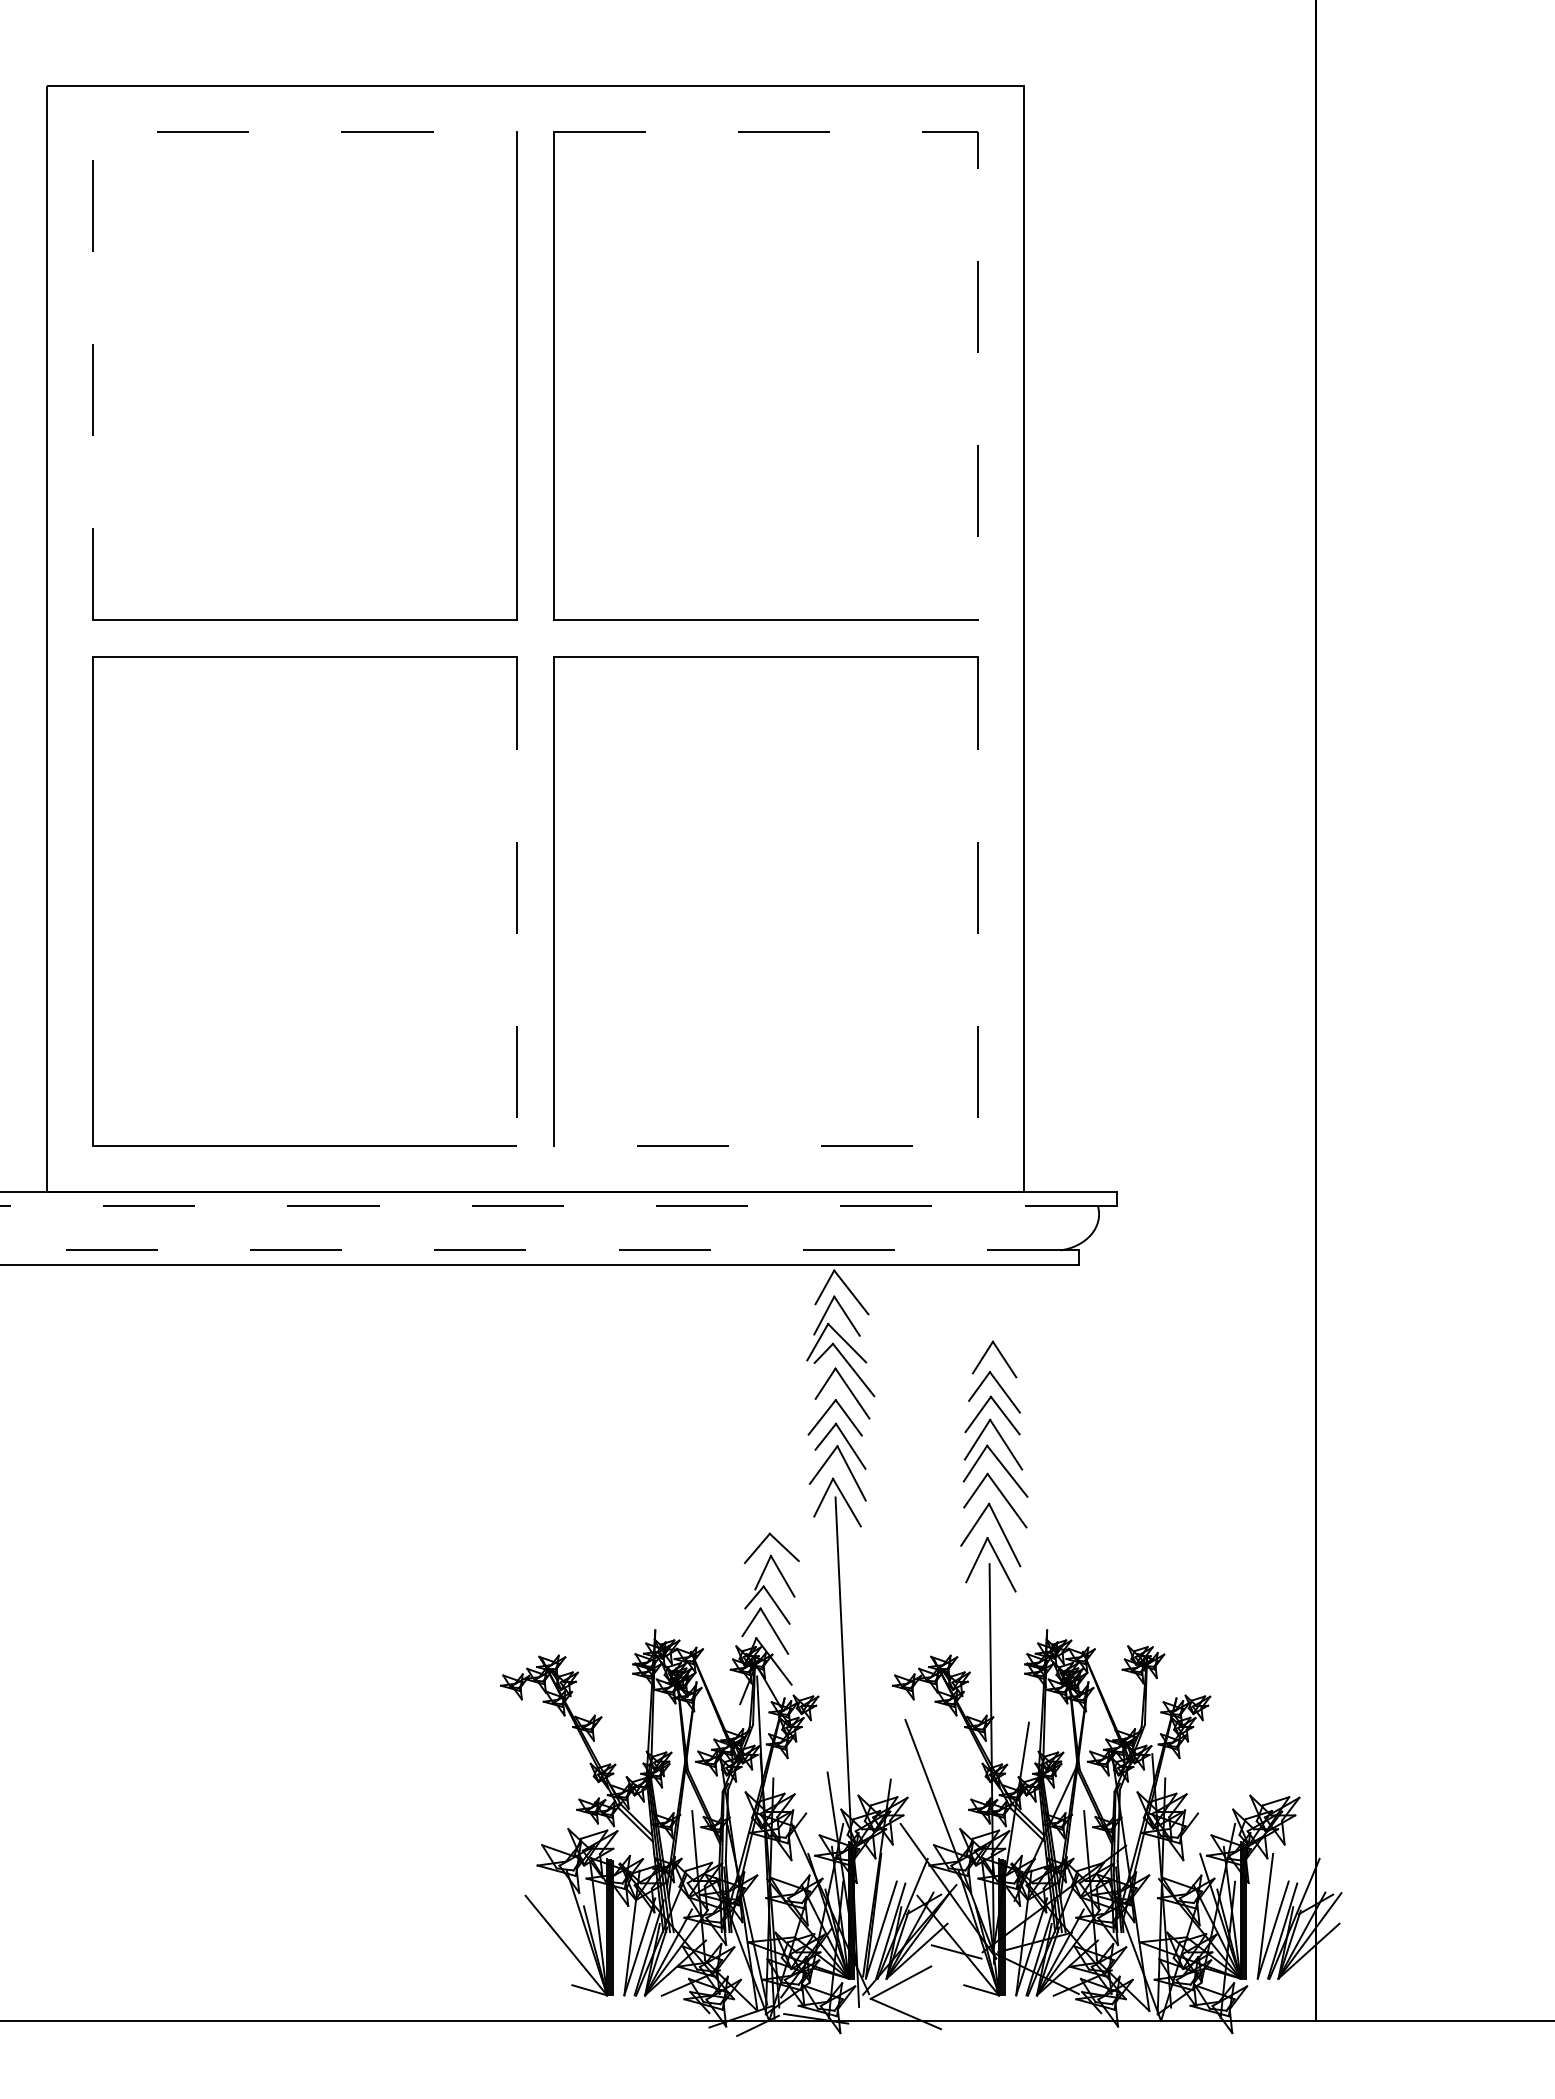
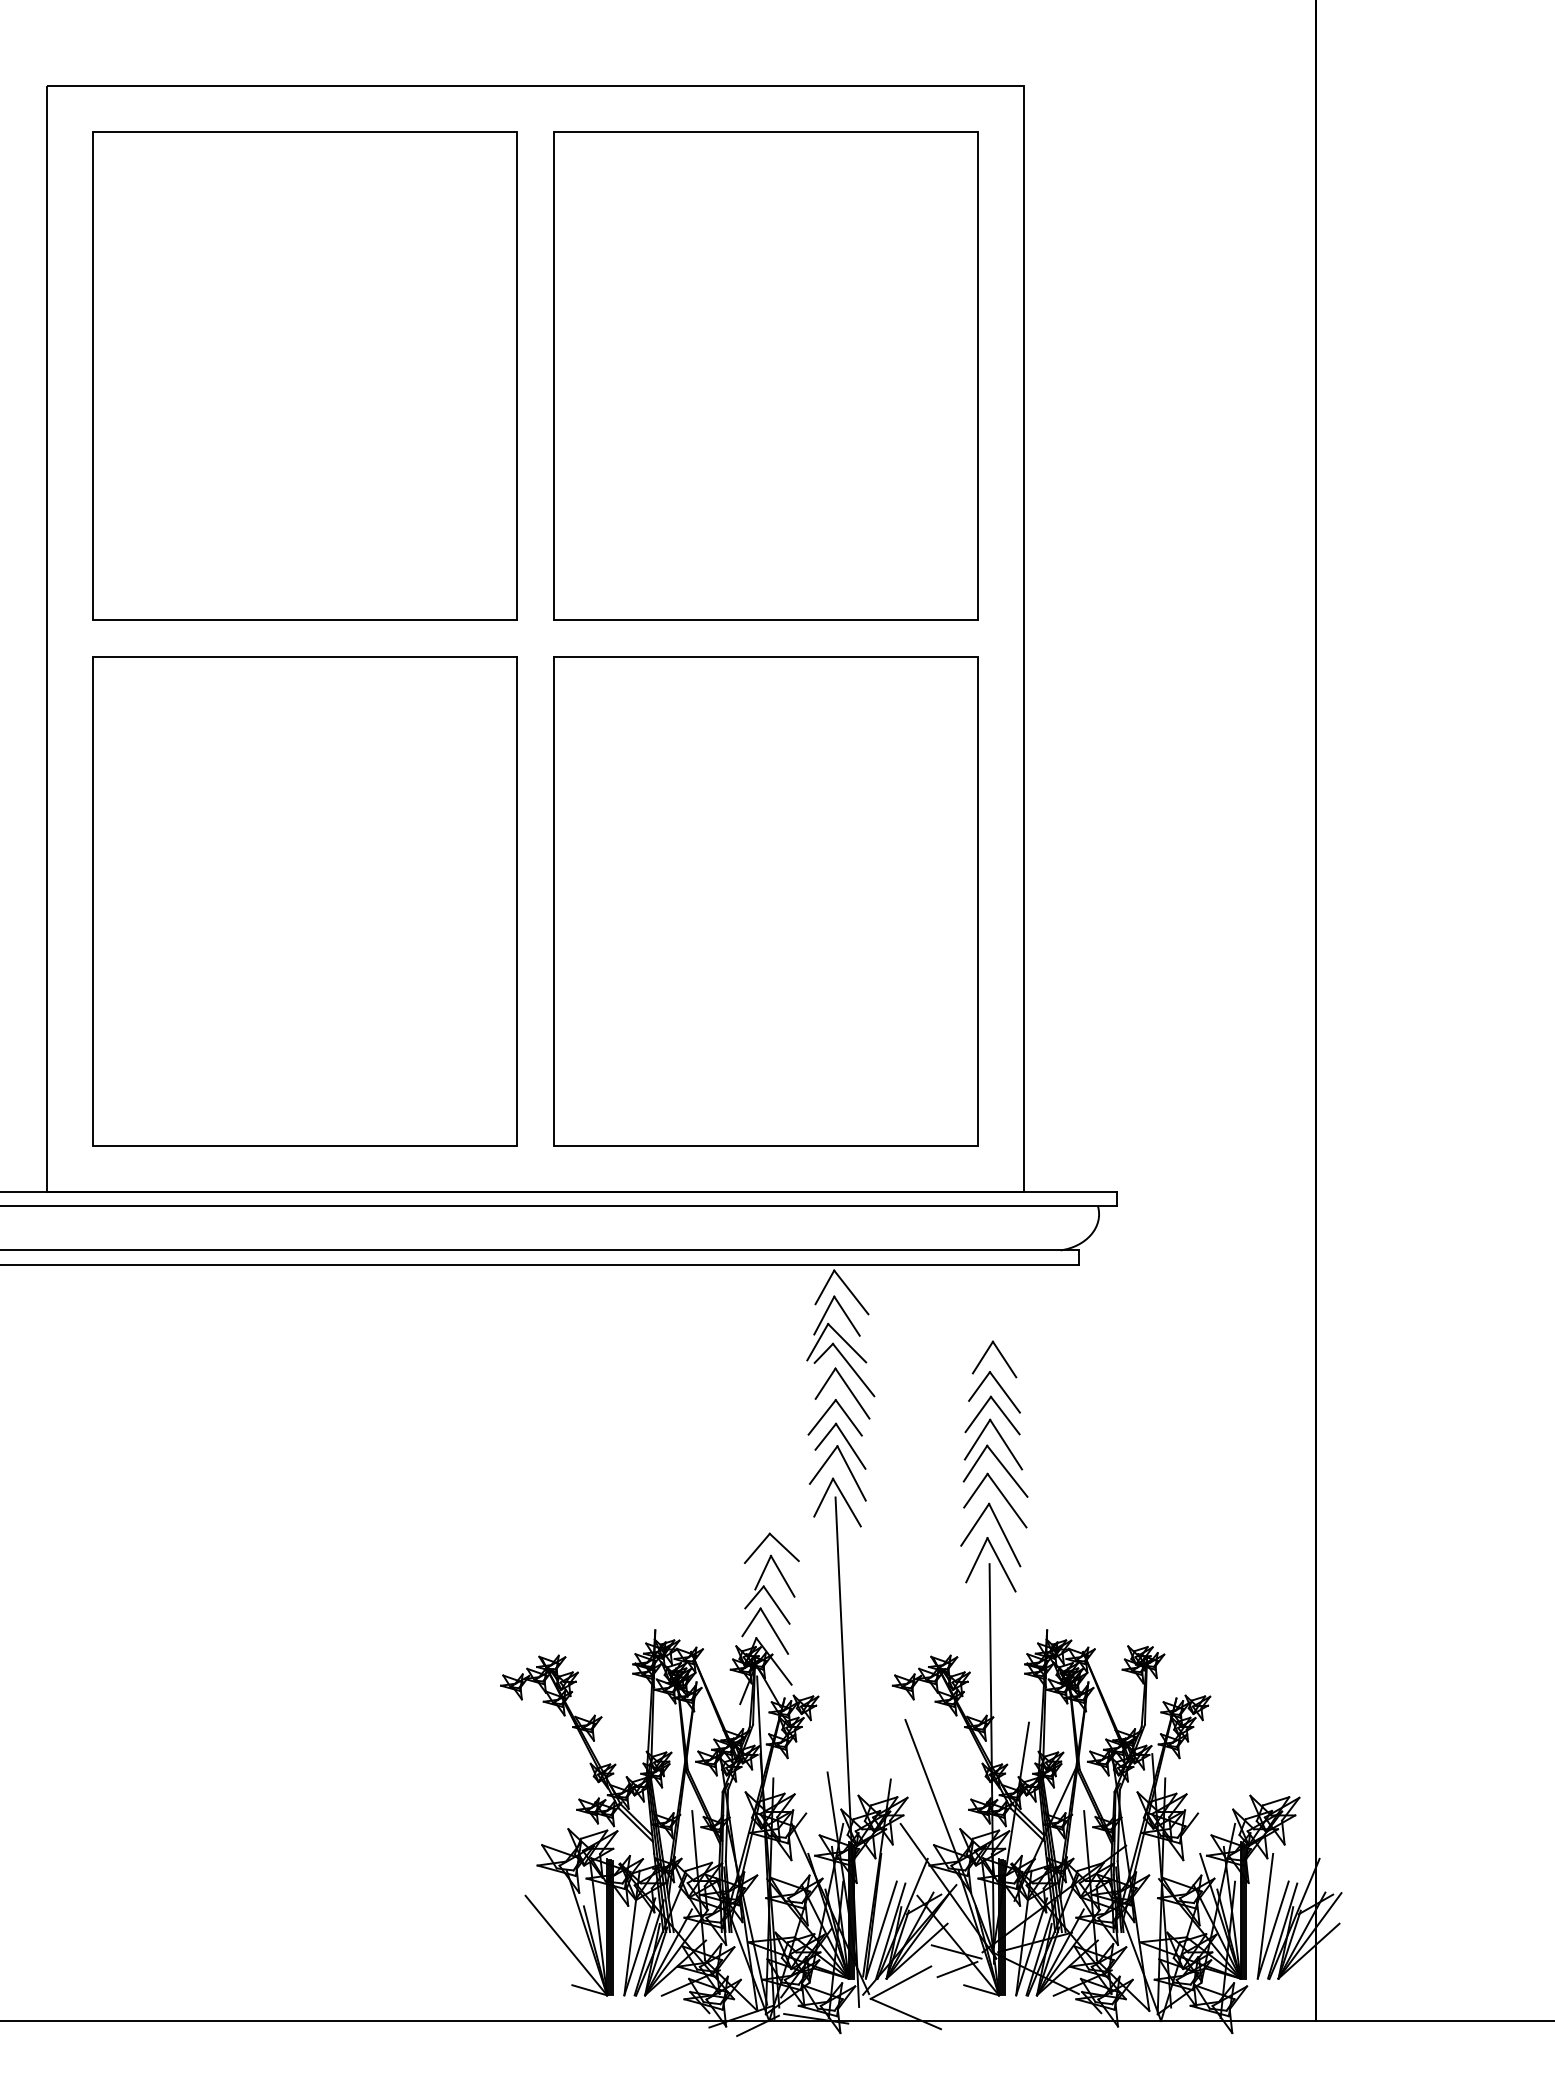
line at (92, 163): dashed -> solid
line at (977, 164): dashed -> solid
line at (516, 902): dashed -> solid
line at (977, 1114): dashed -> solid
line at (558, 1206): dashed -> solid
line at (539, 1250): dashed -> solid
line at (957, 1969): none -> present
